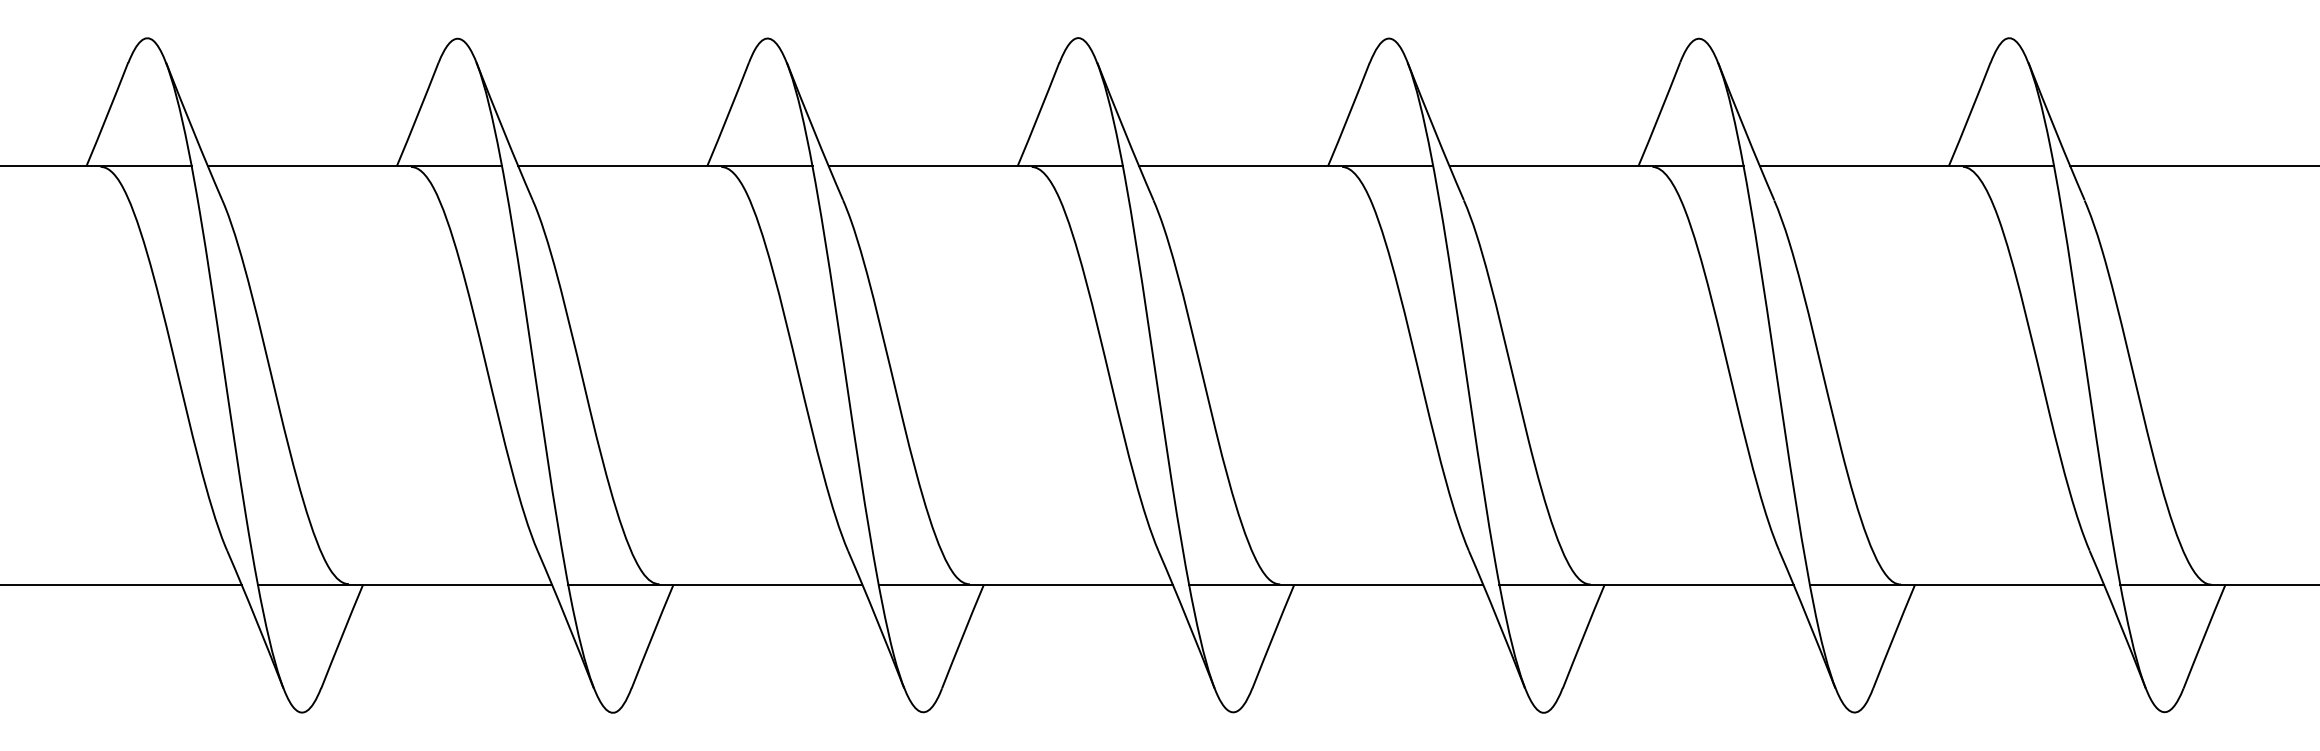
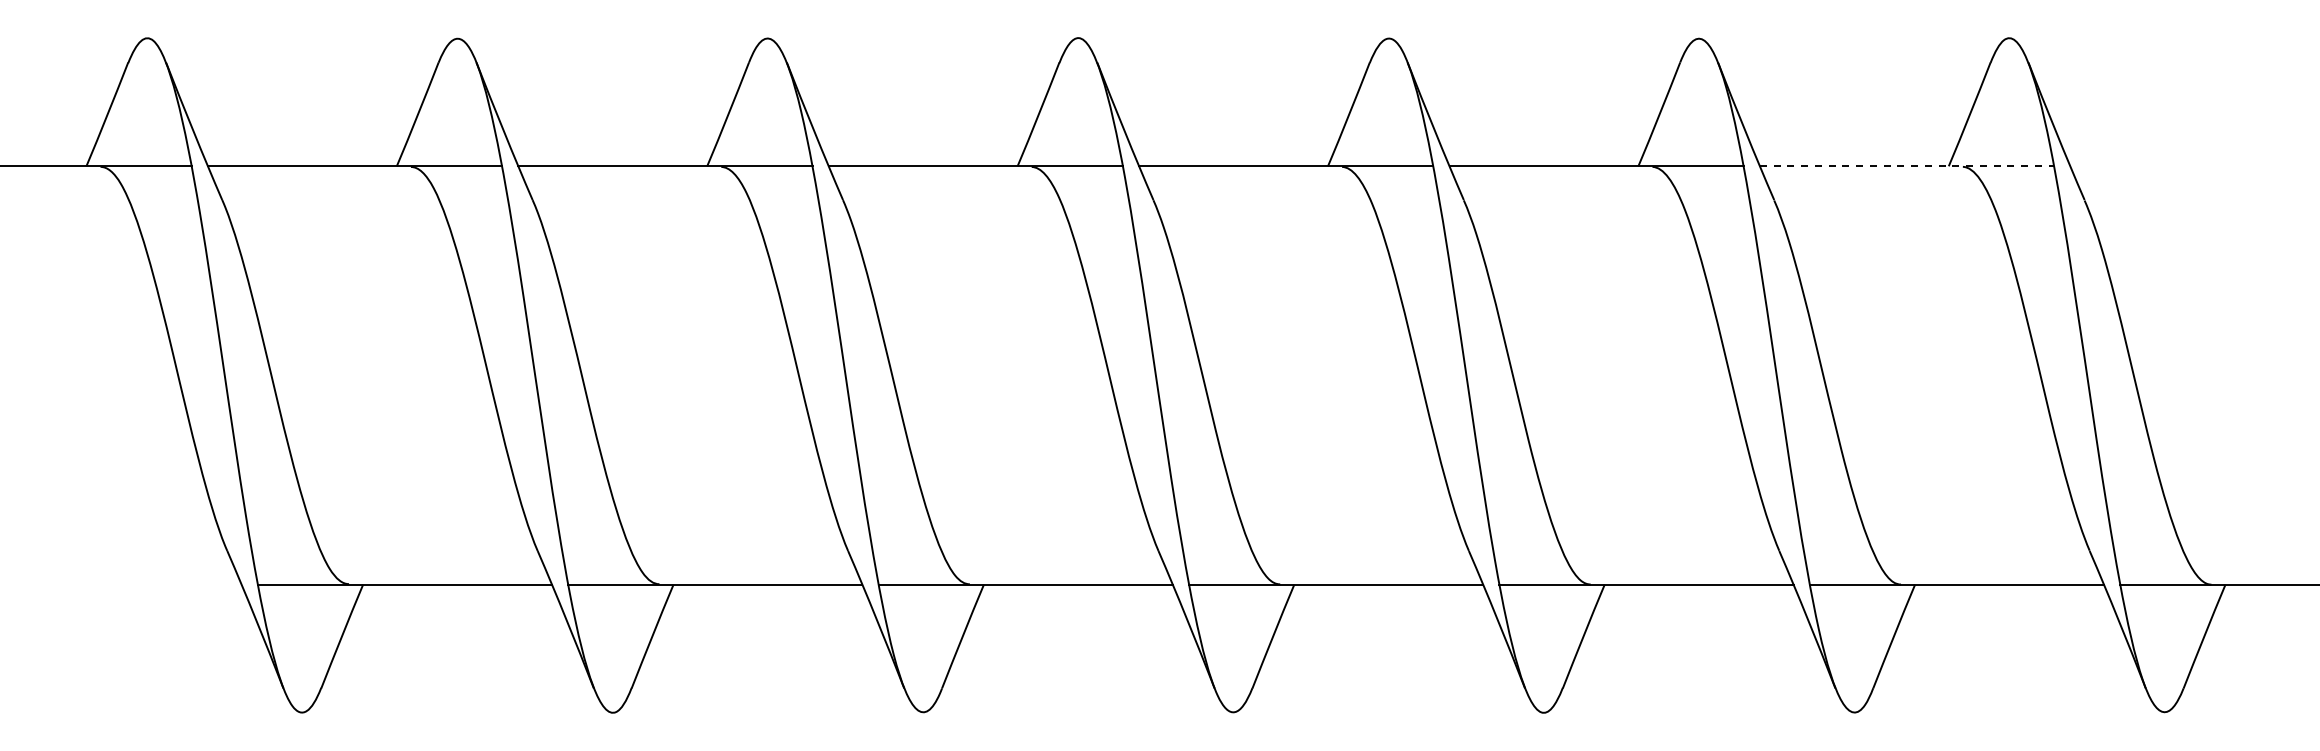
line at (1907, 166): solid -> dashed
line at (2193, 166): present -> none
line at (121, 584): present -> none
